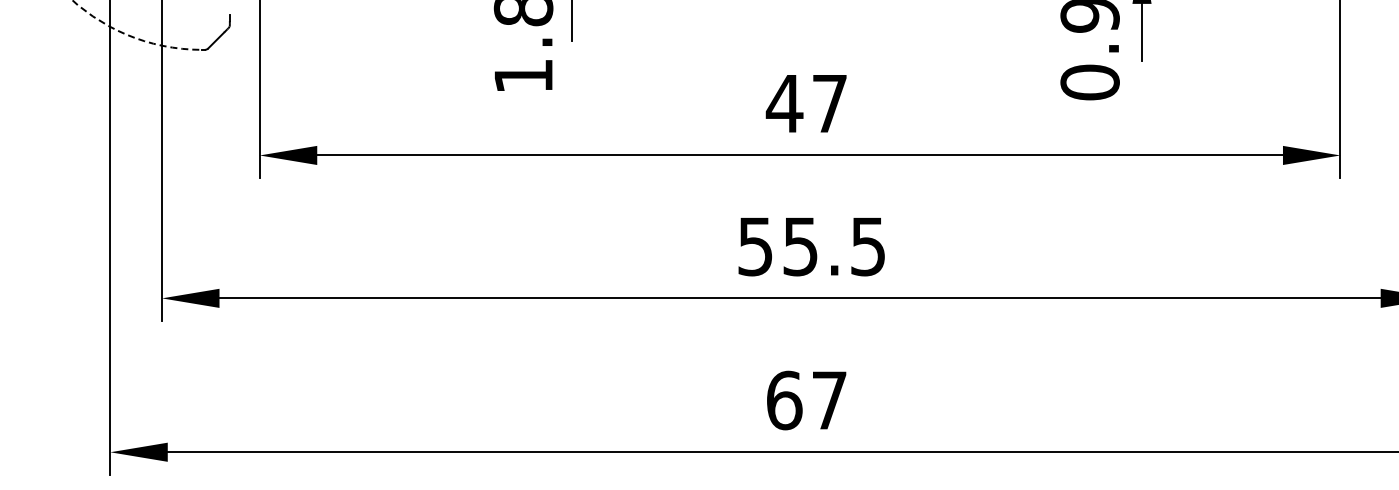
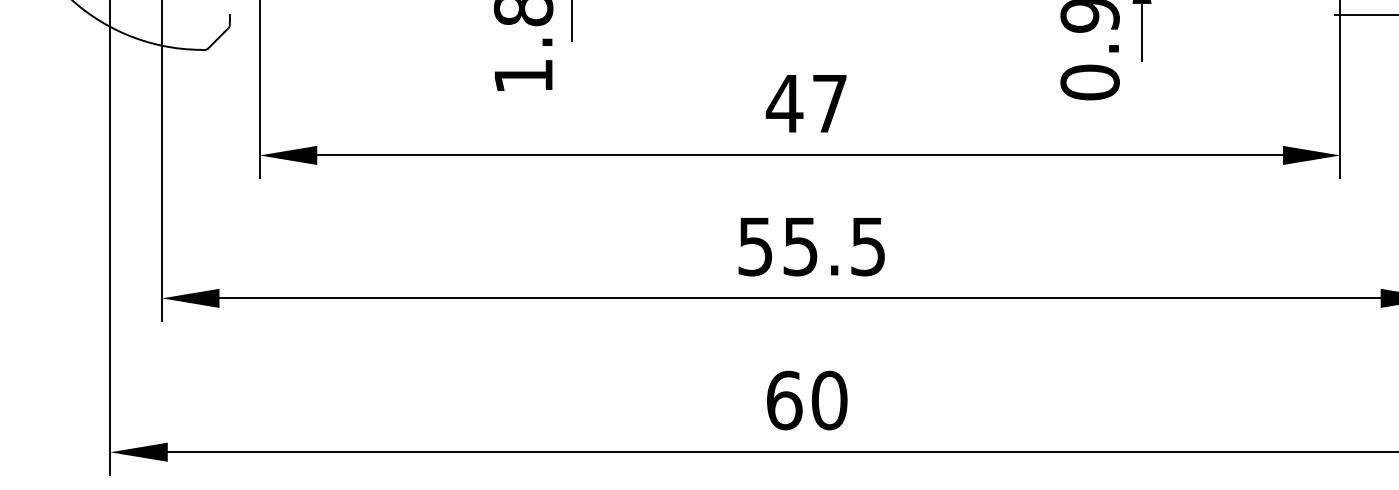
line at (1364, 14): none -> present
arc at (133, 37): dashed -> solid
text at (829, 400): 67 -> 60
